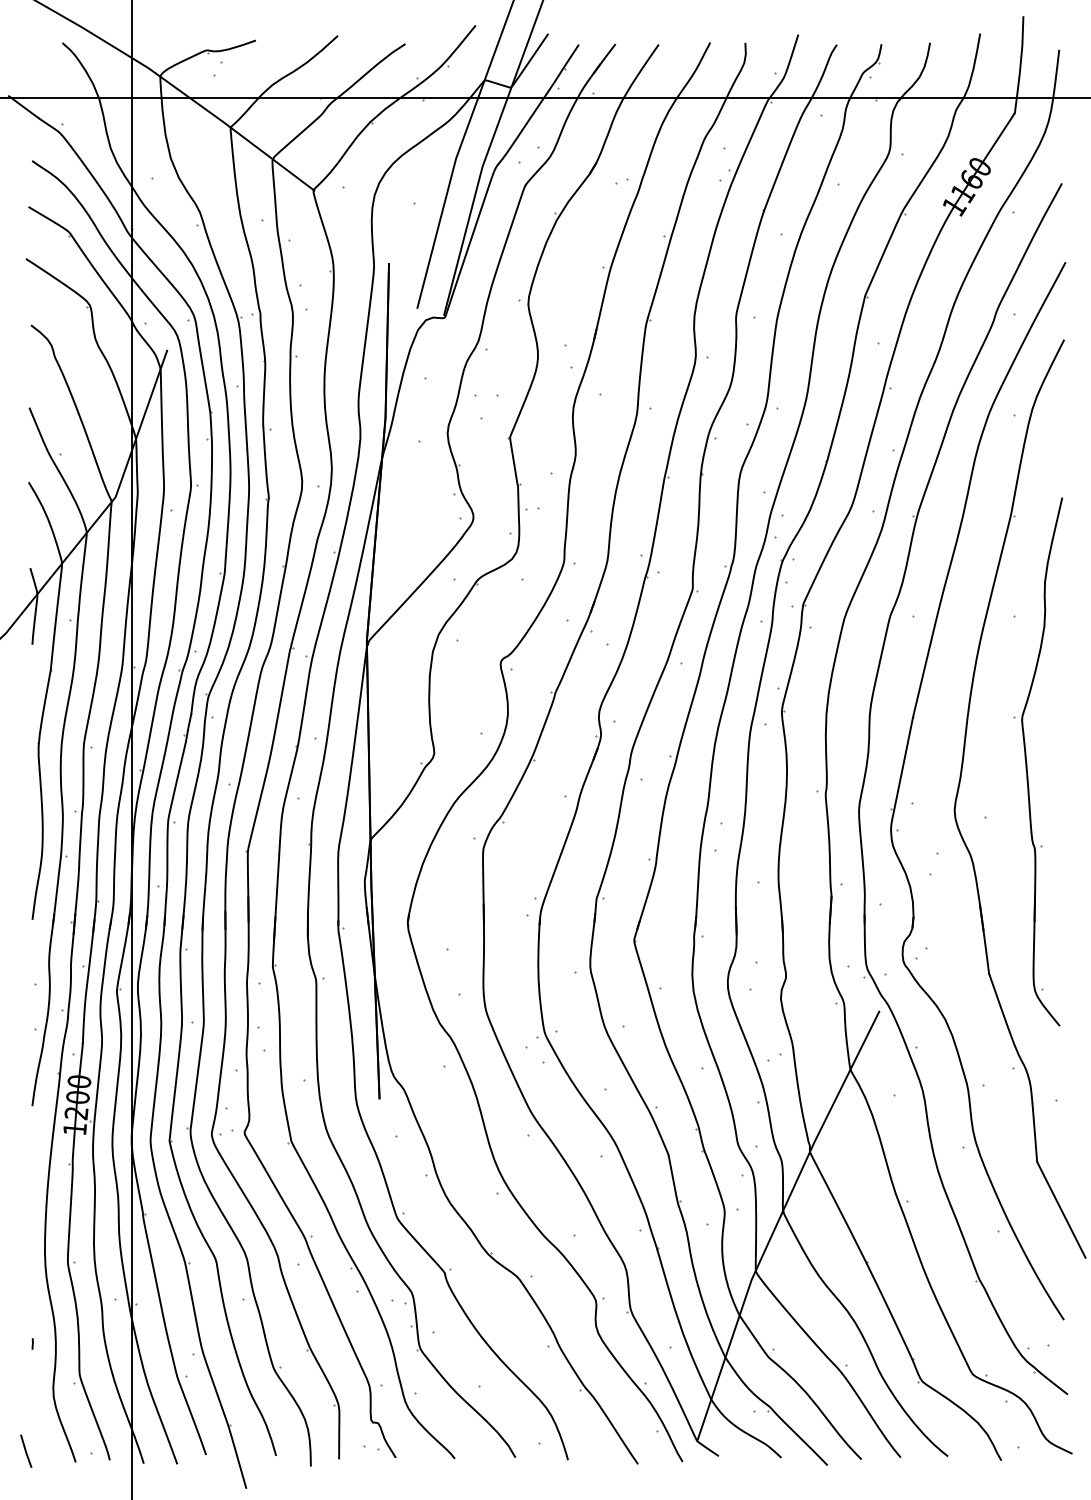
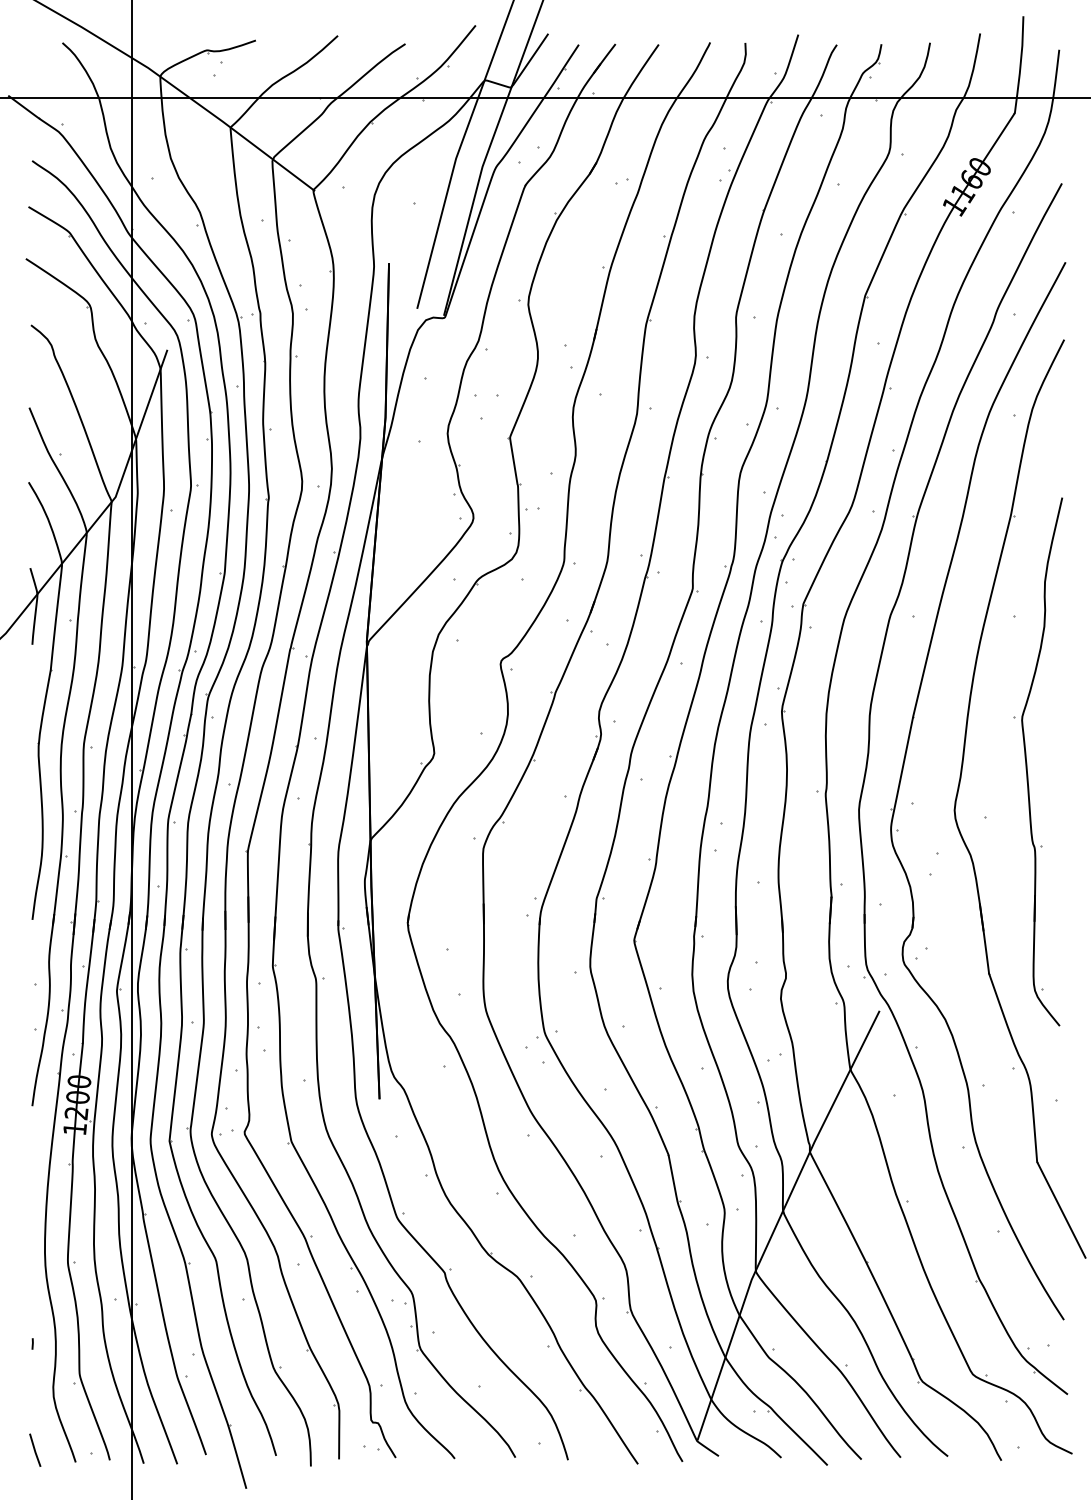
line at (26, 1450) position: (26, 1450) -> (35, 1449)
